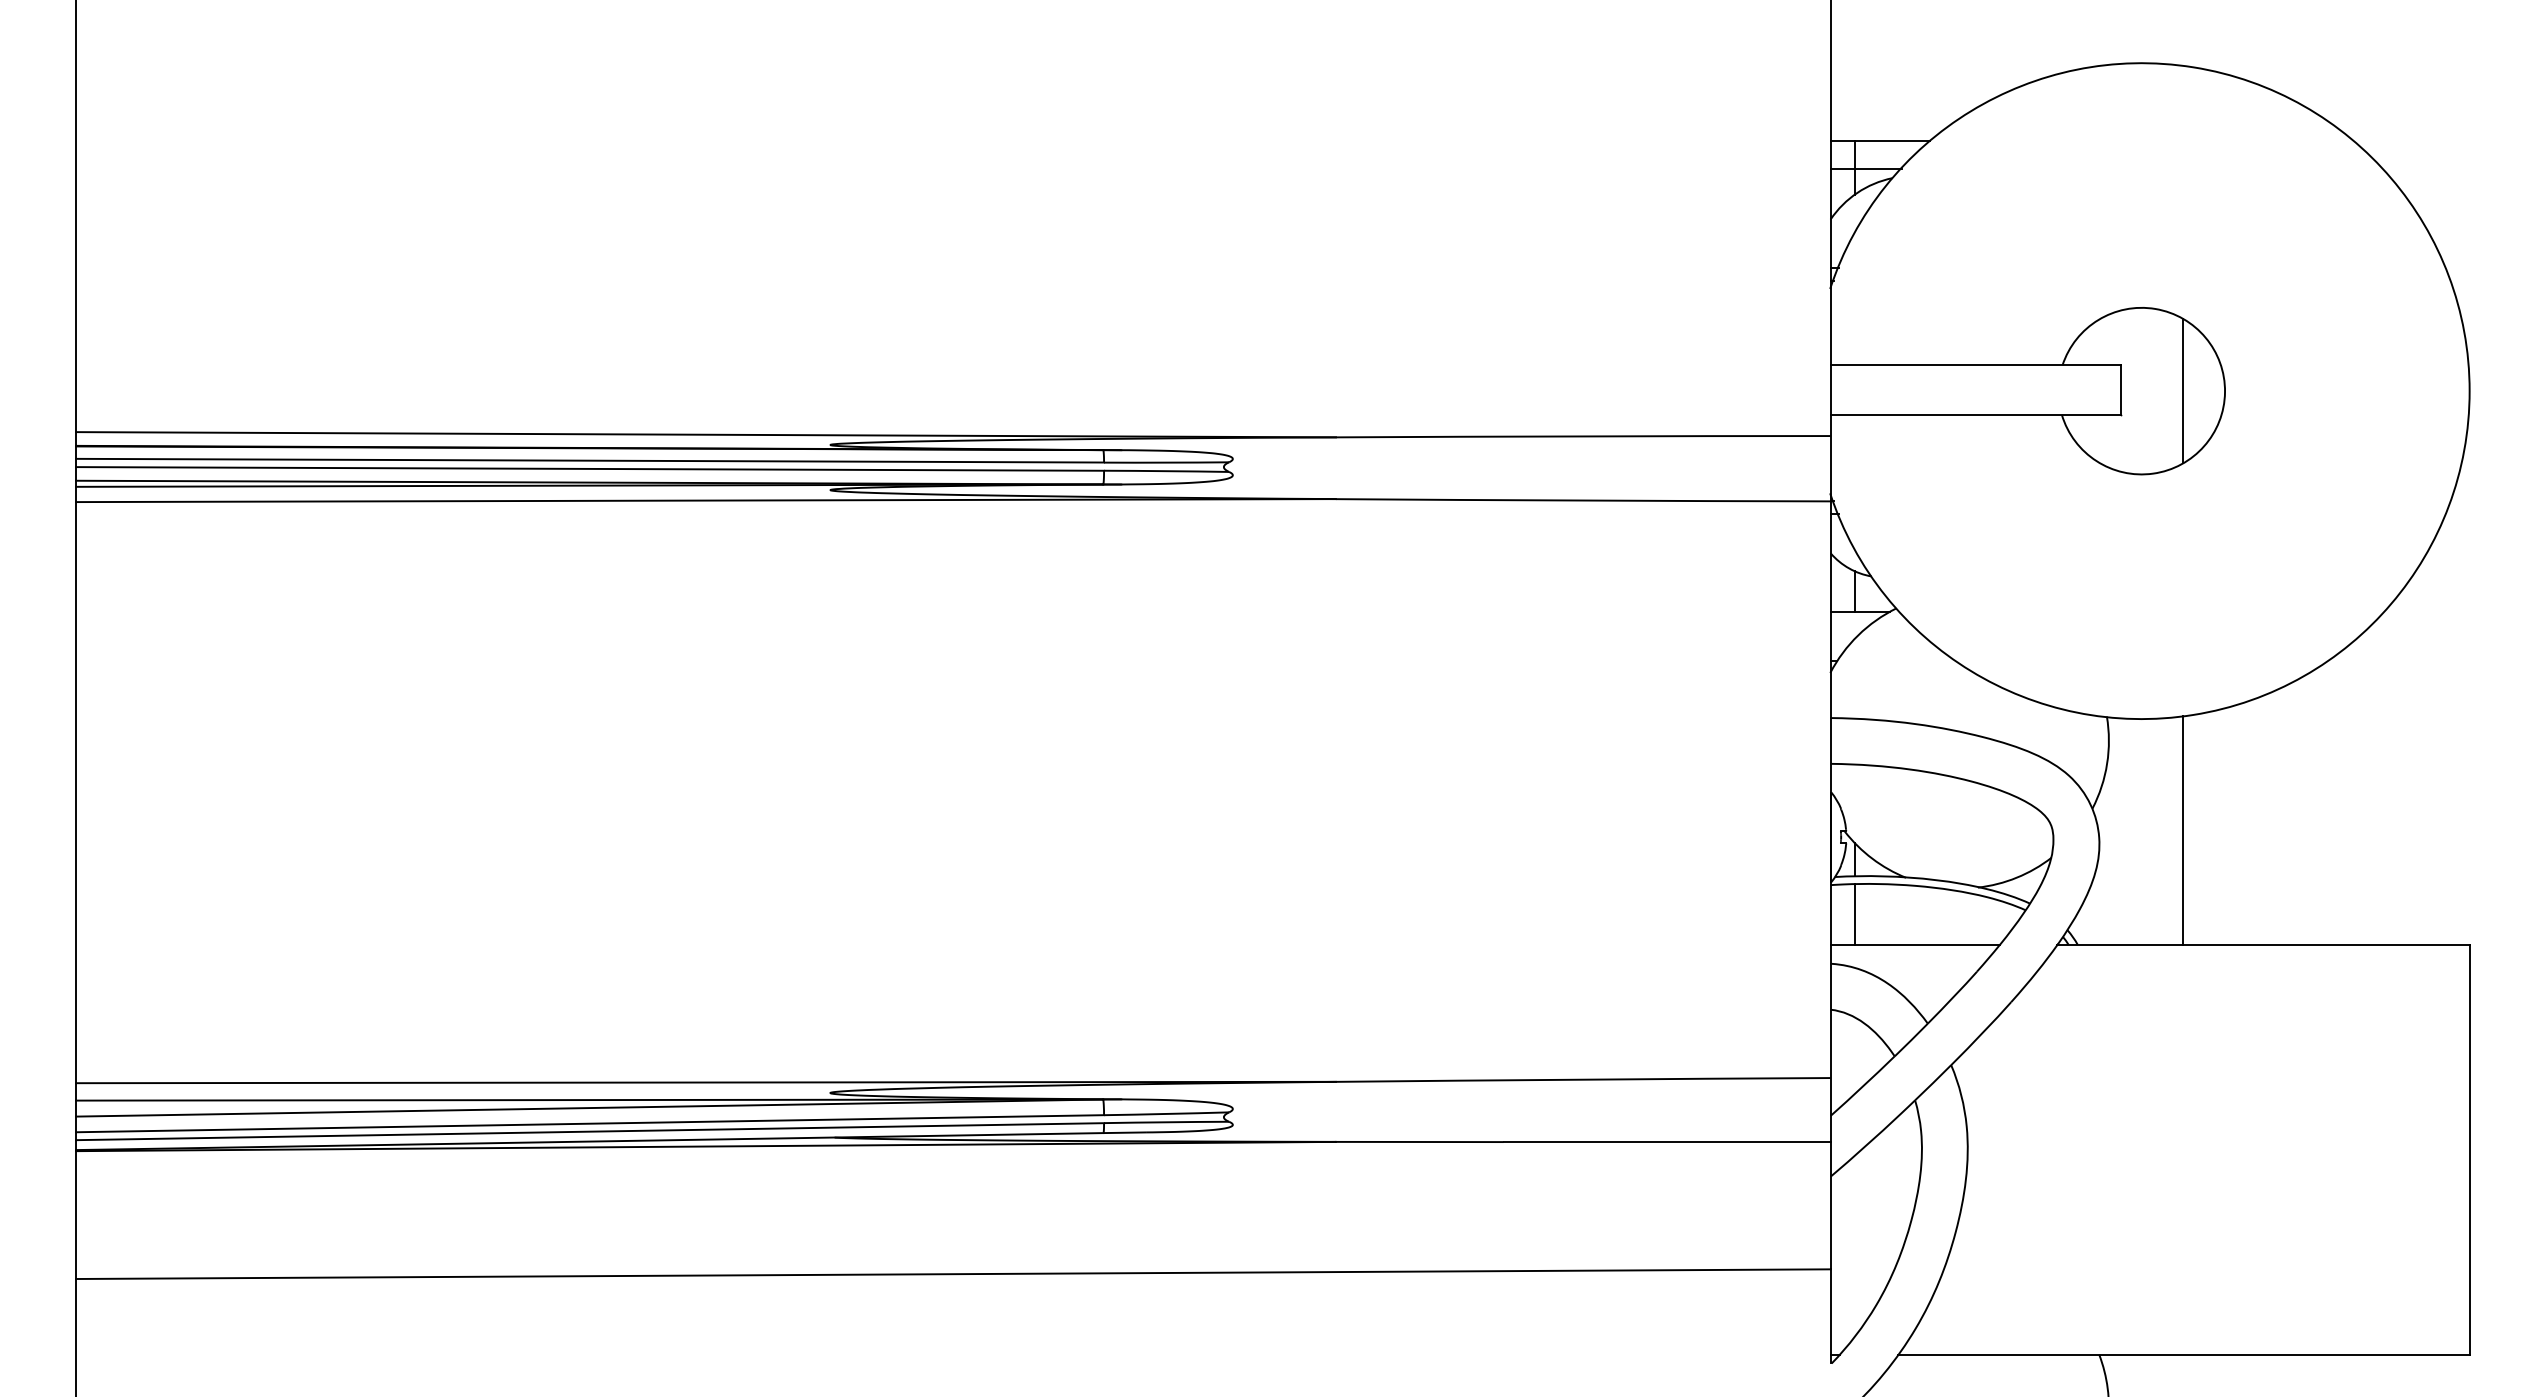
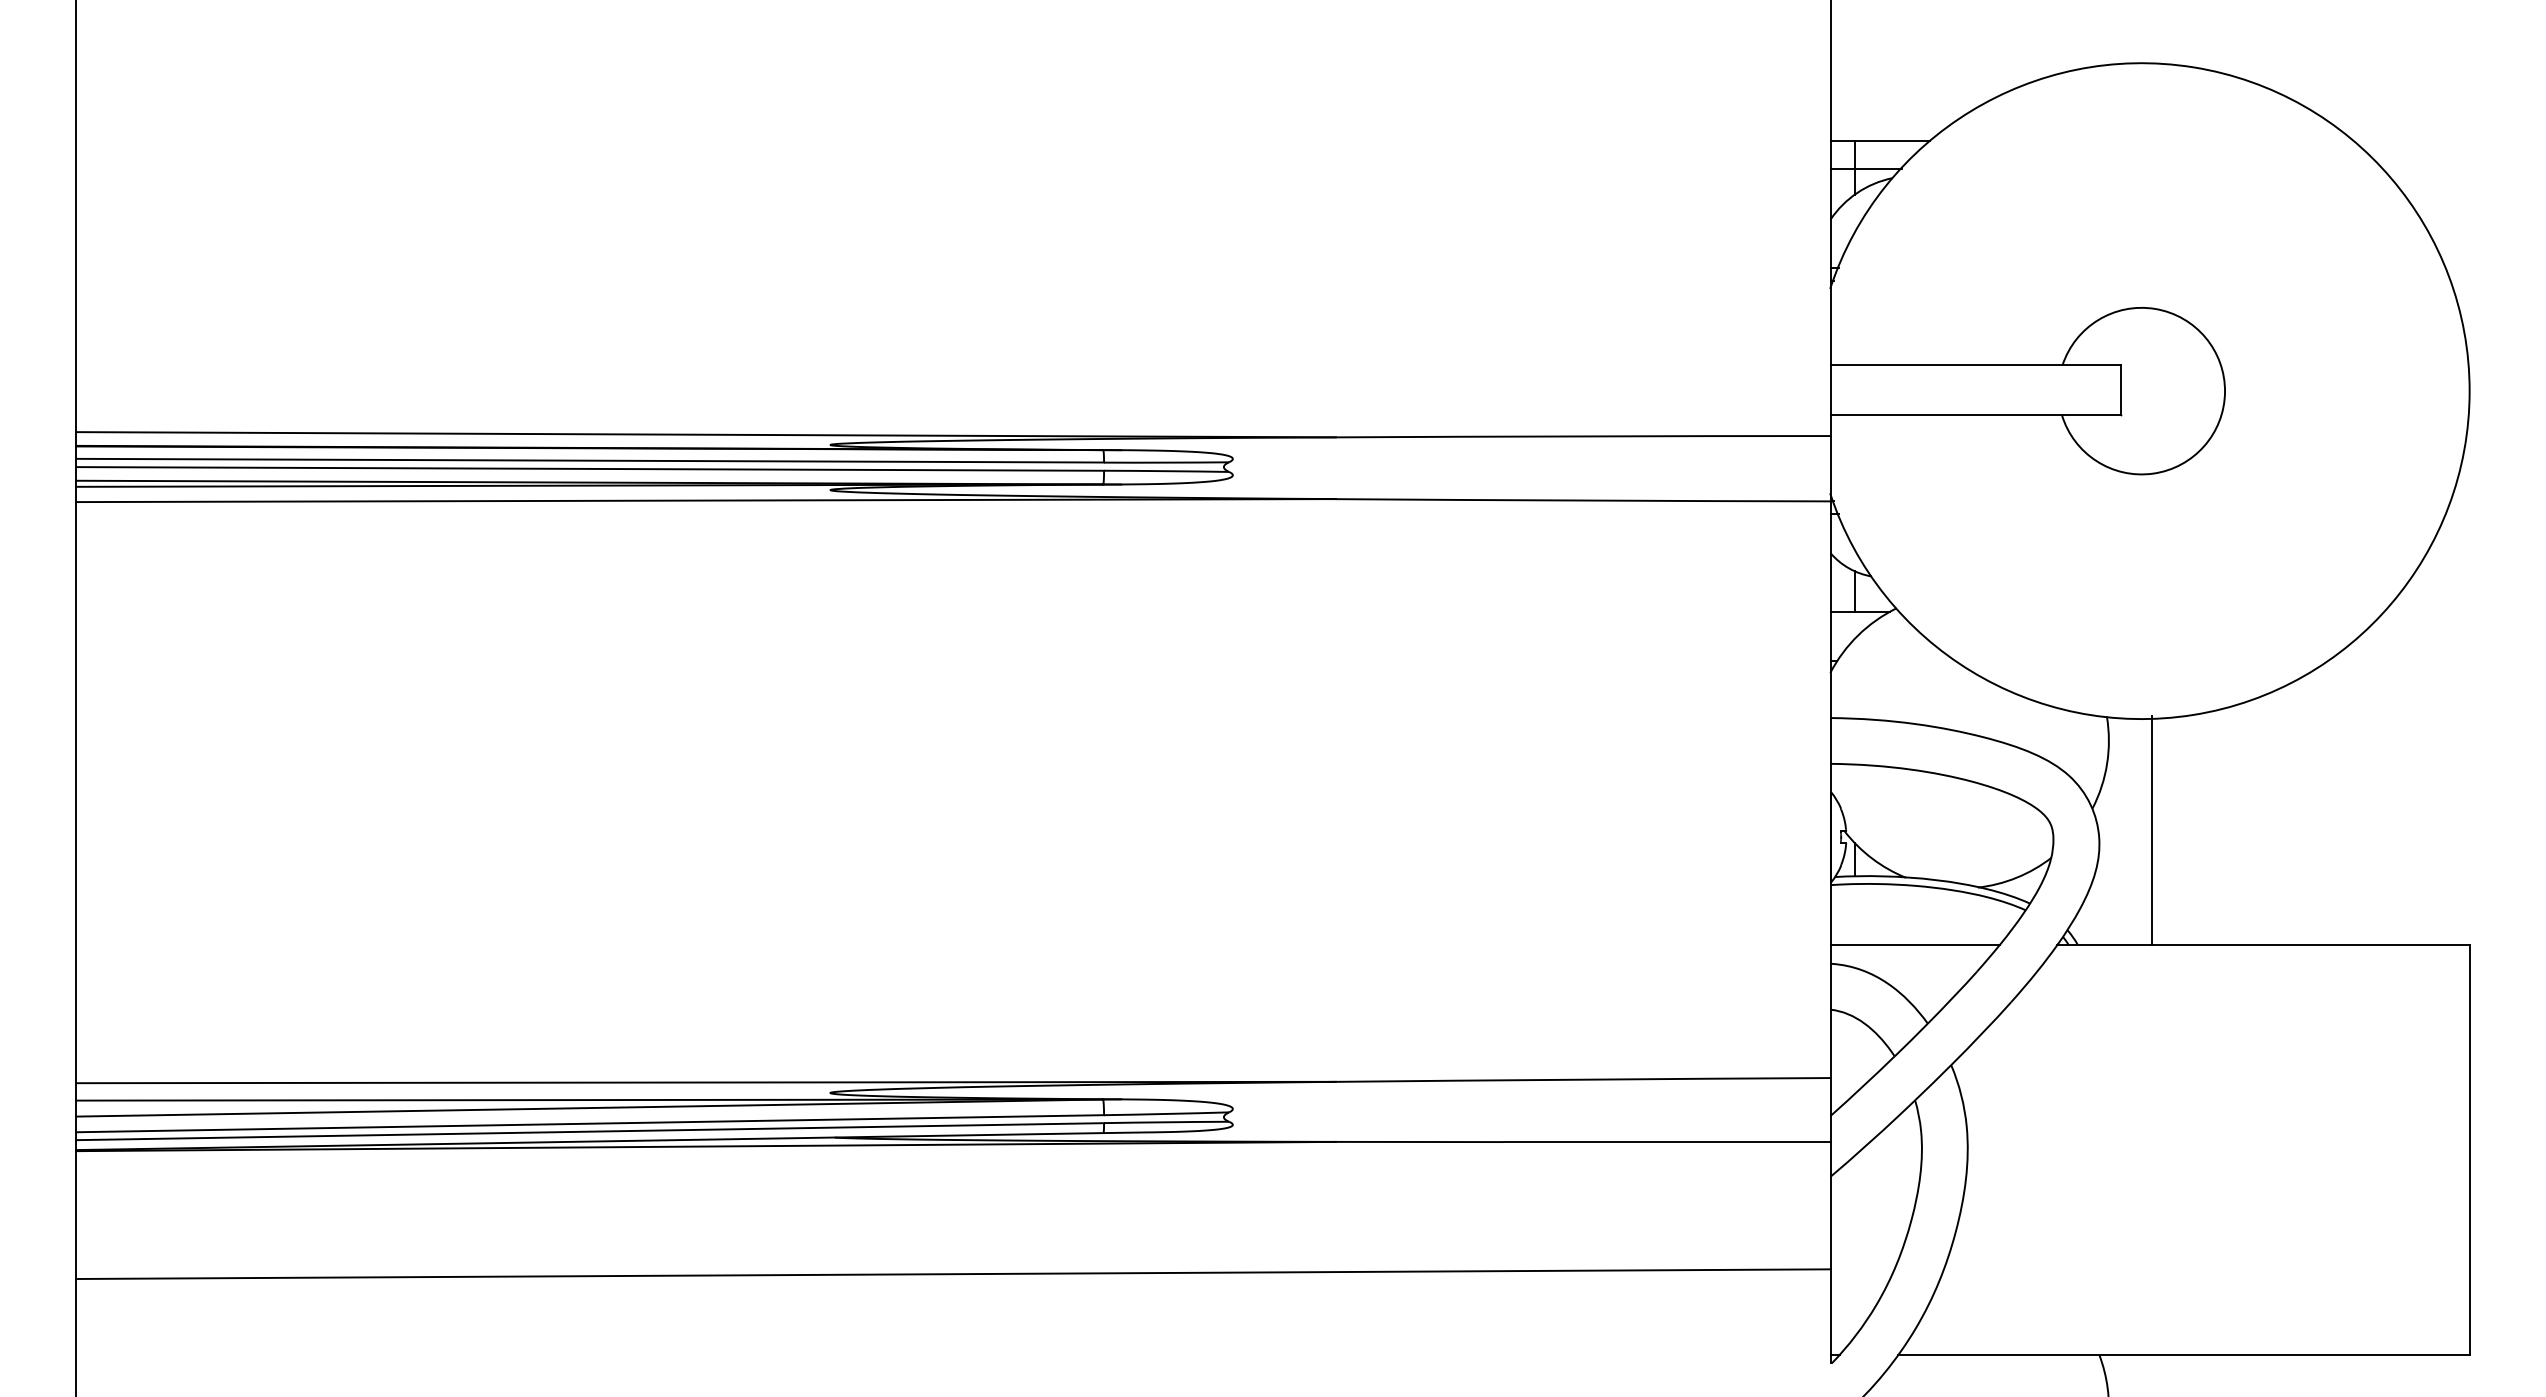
line at (2182, 391): present -> none
line at (2182, 830) position: (2182, 830) -> (2151, 830)
line at (1854, 914): present -> none
